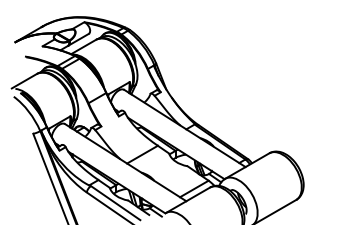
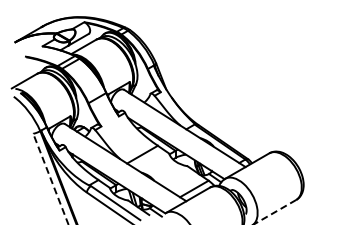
line at (50, 178): solid -> dashed
line at (274, 212): solid -> dashed
